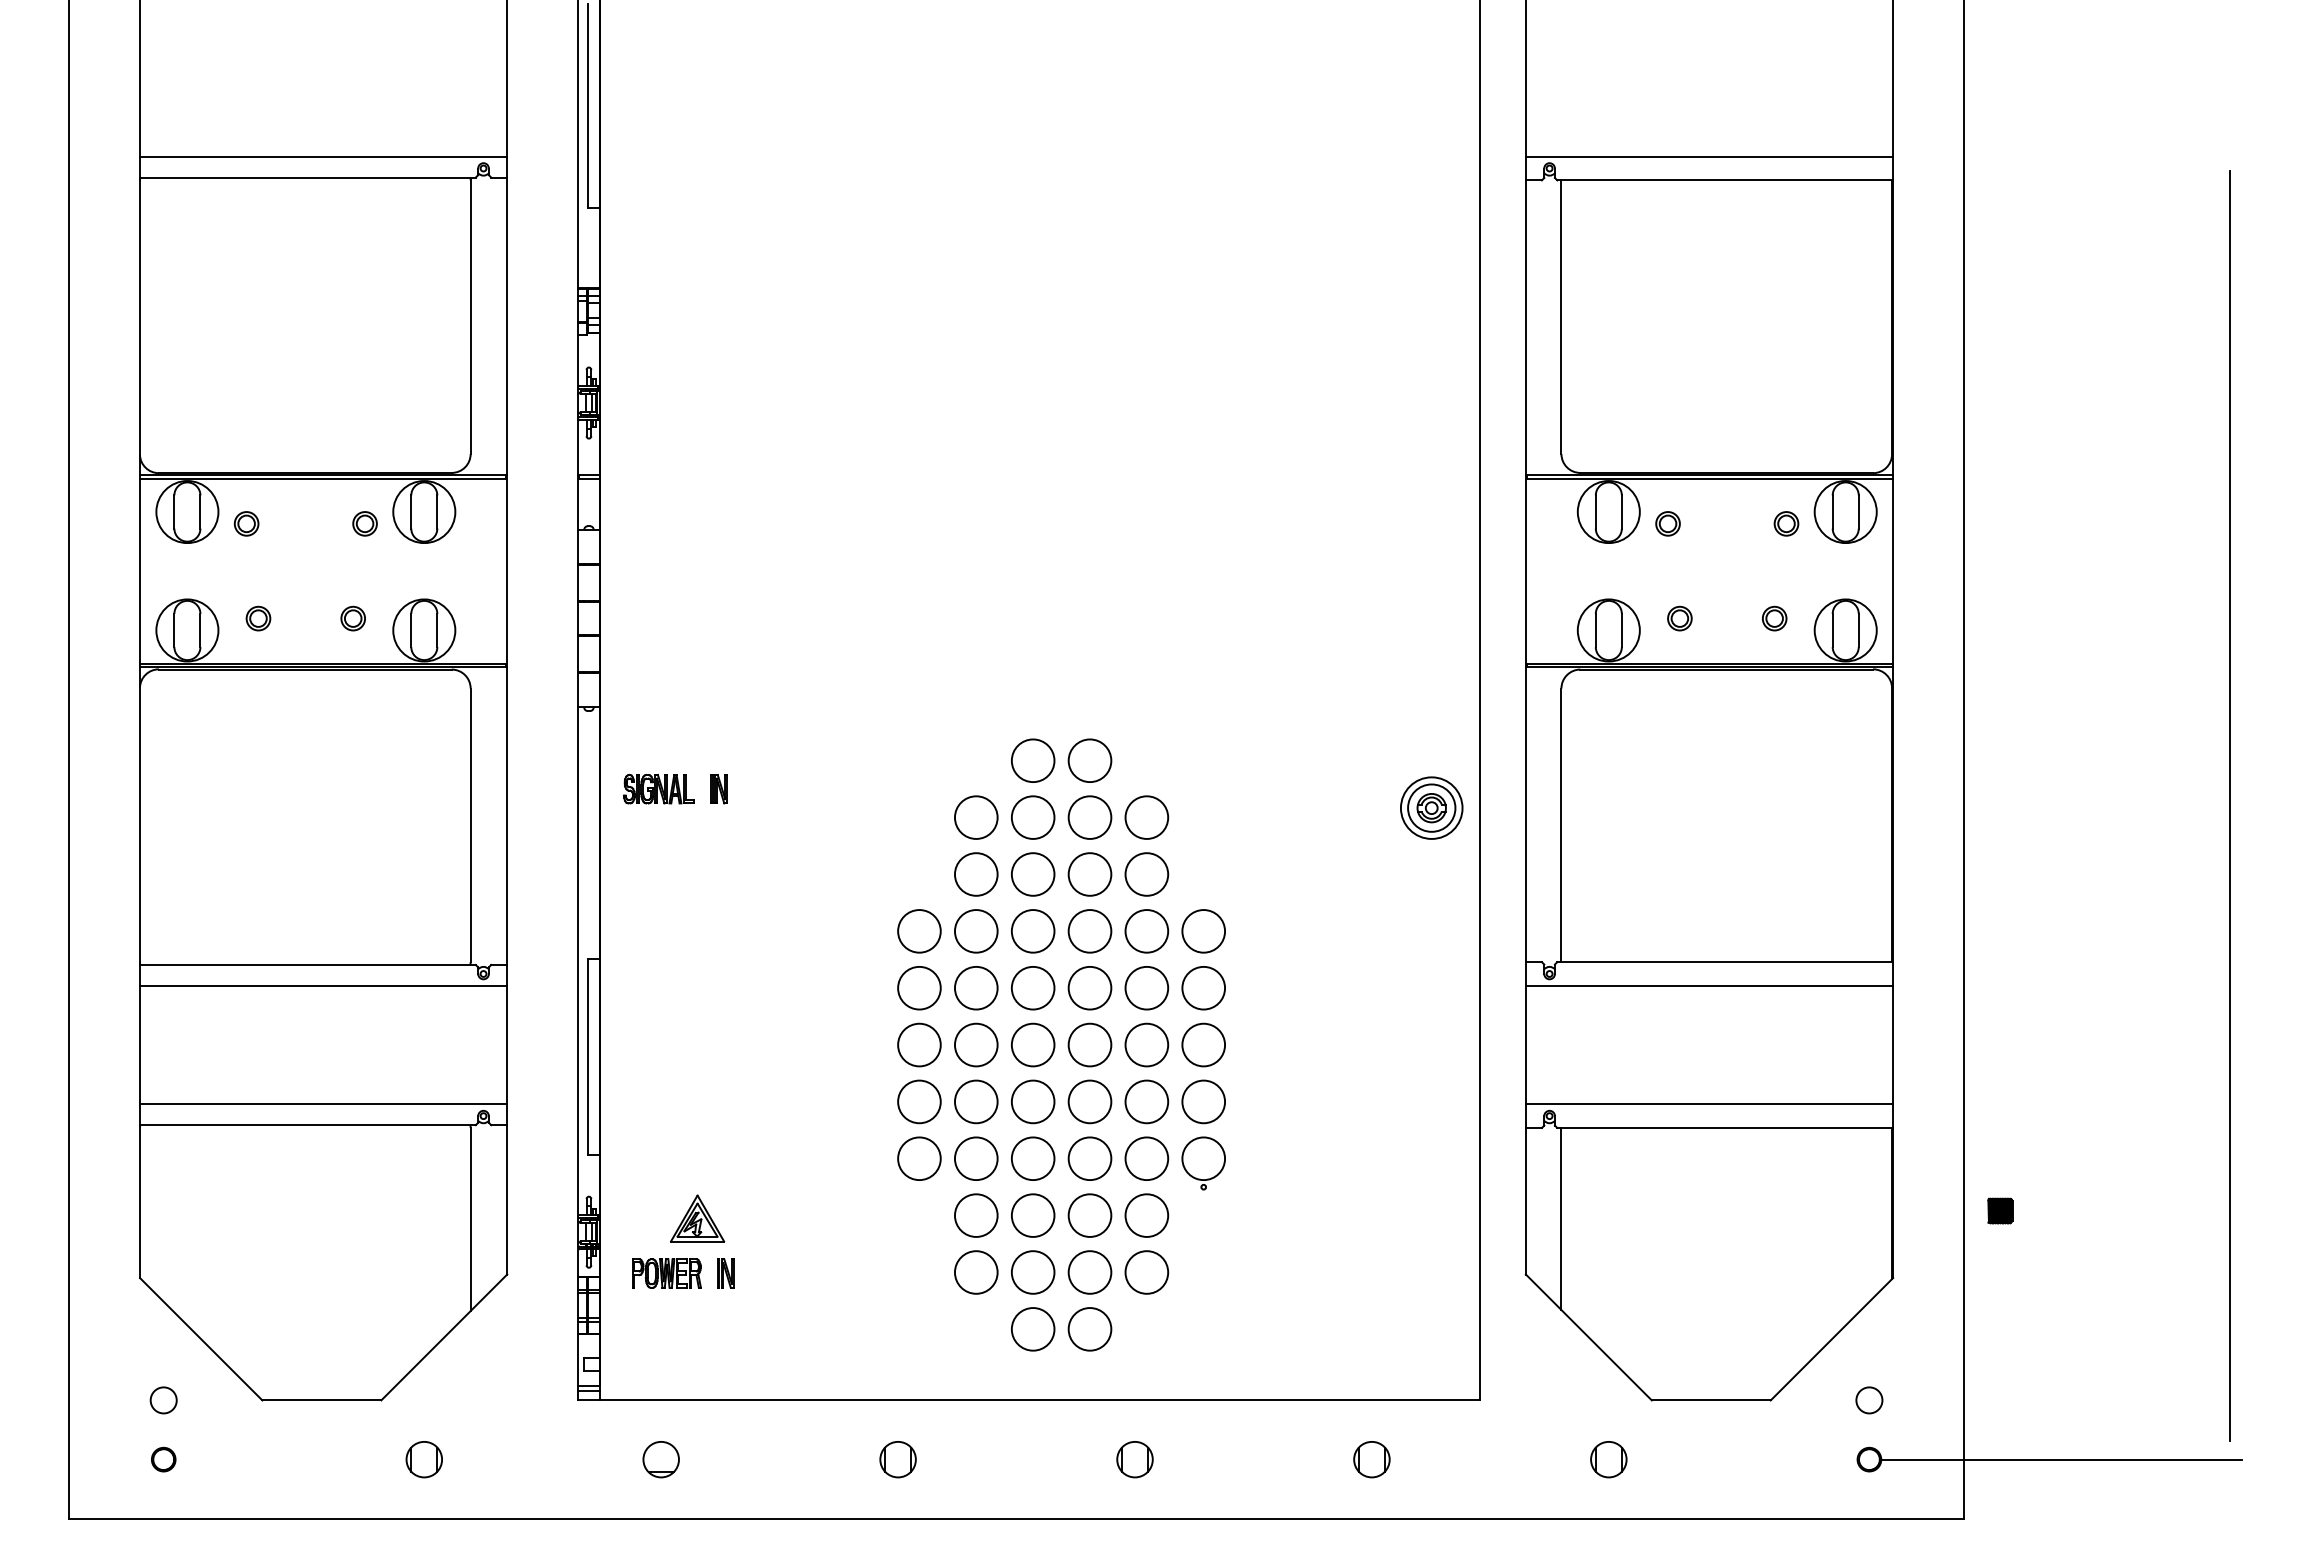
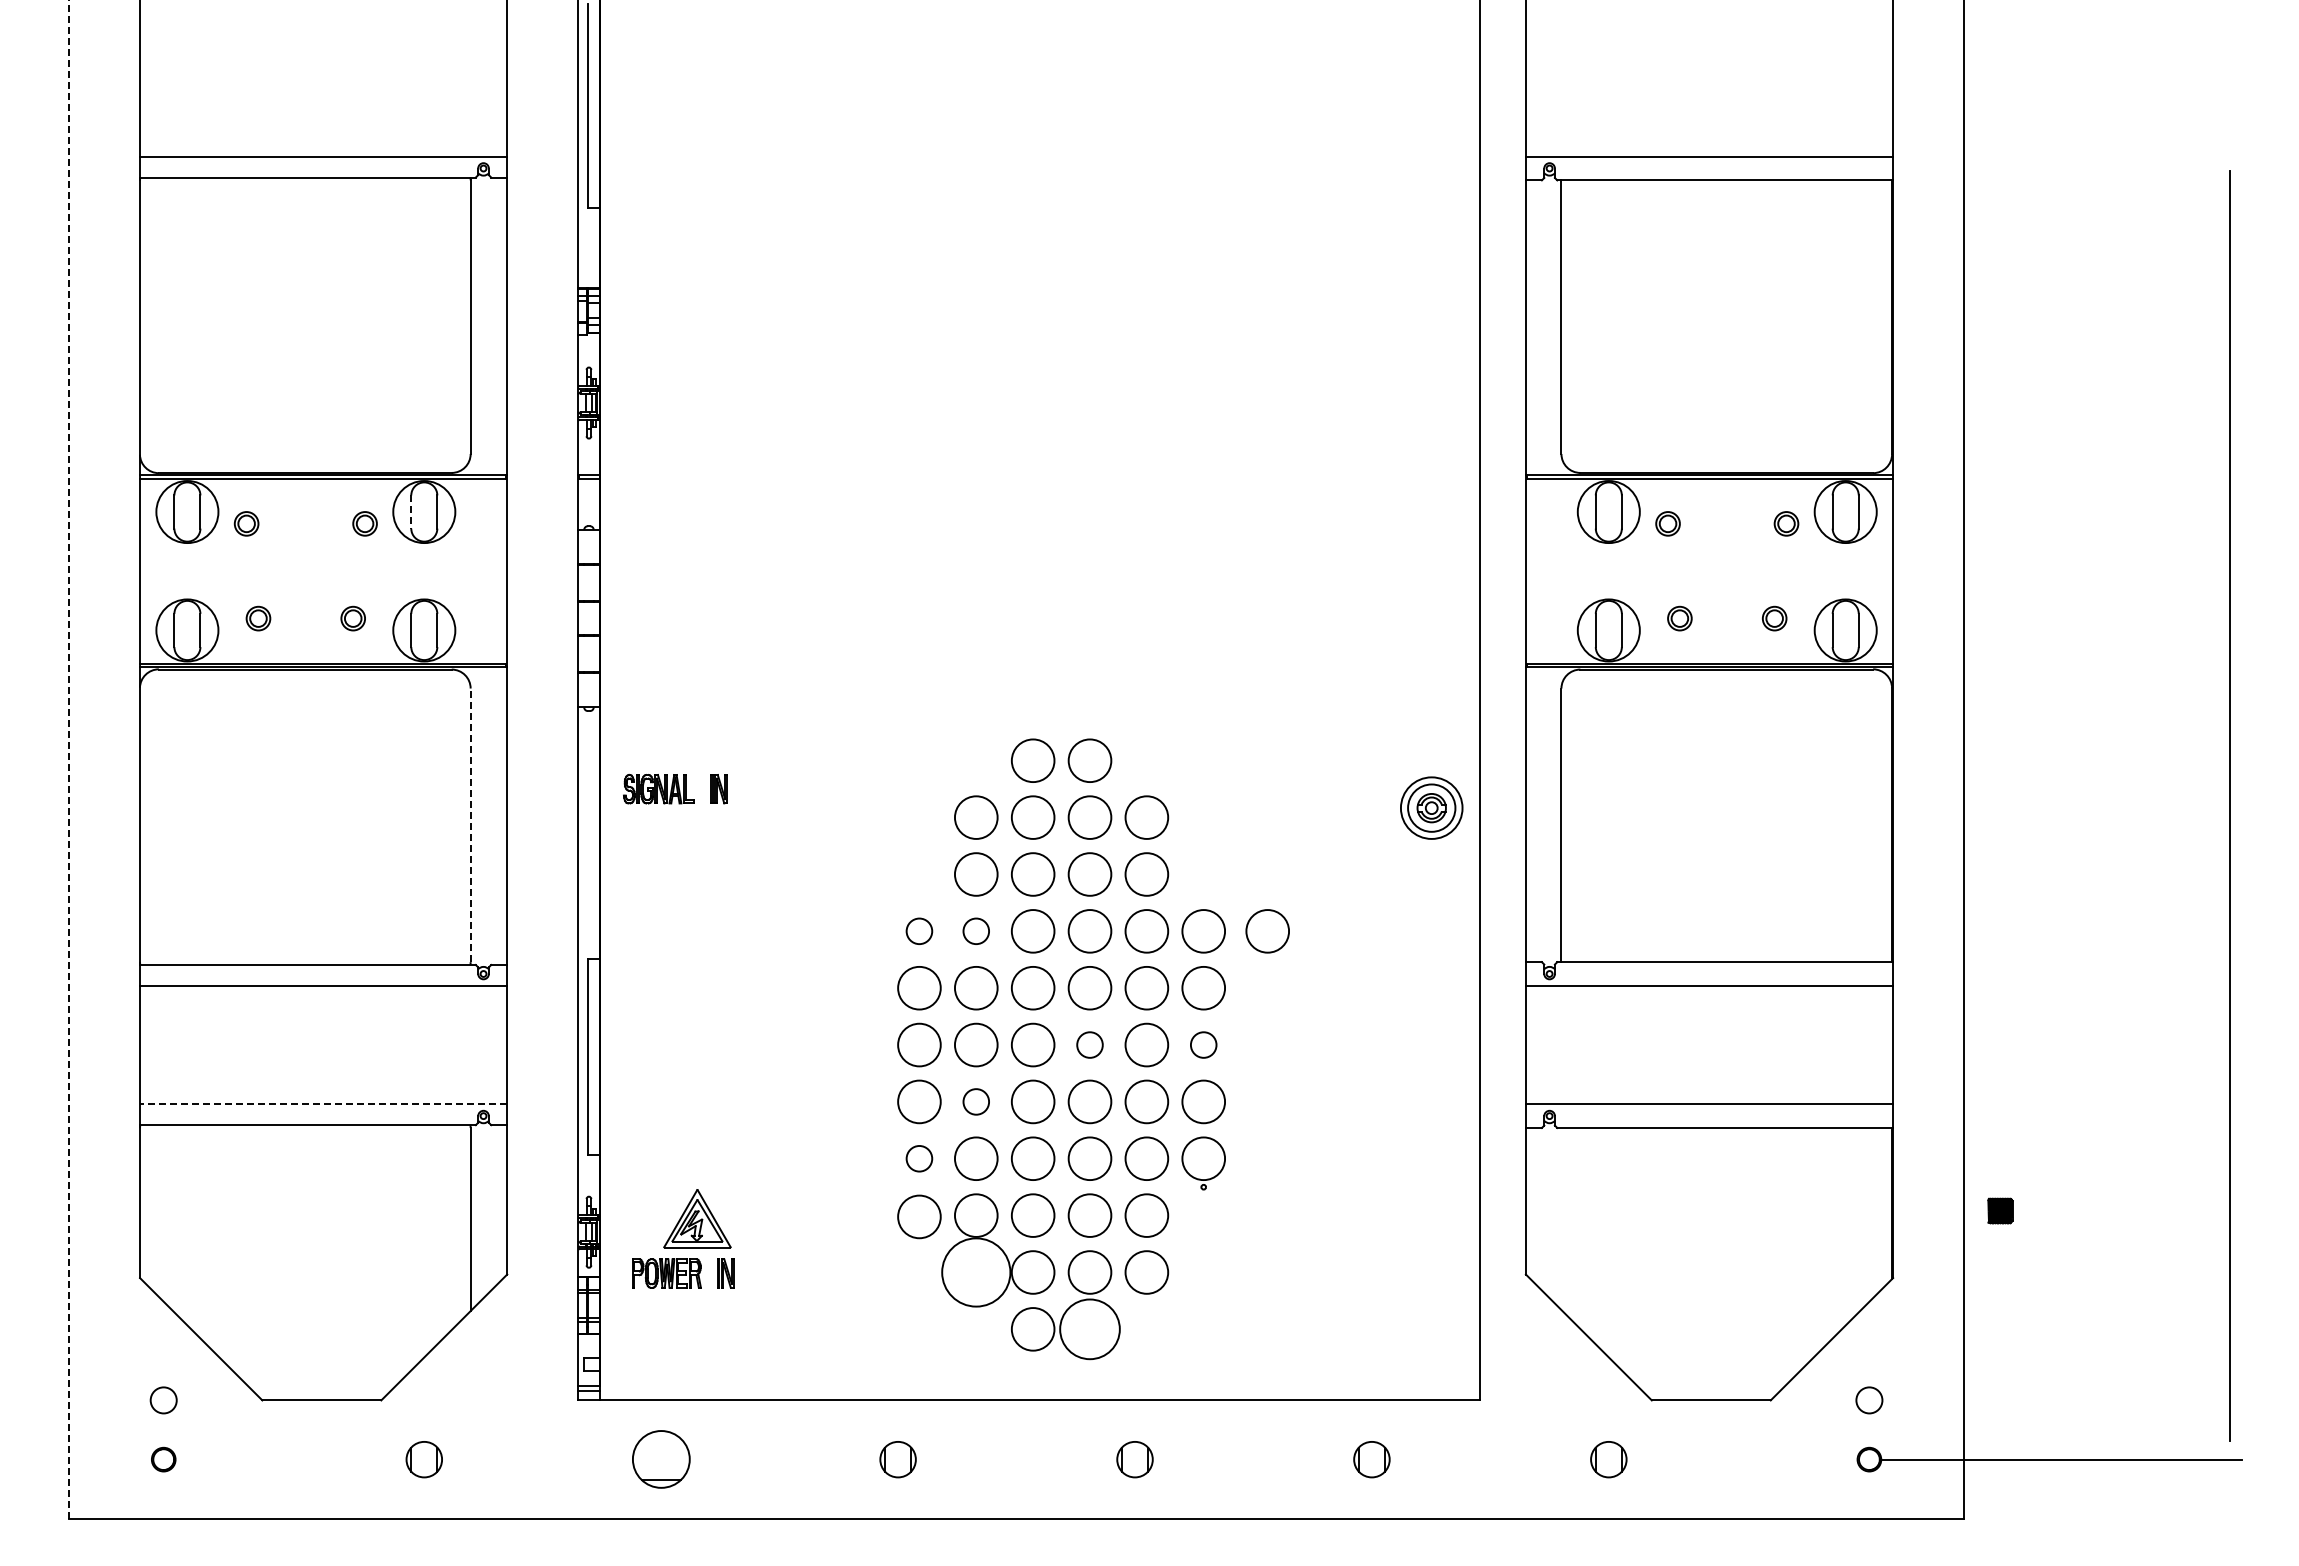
line at (411, 512): solid -> dashed
line at (68, 759): solid -> dashed
line at (470, 825): solid -> dashed
circle at (919, 931) diameter: 43 px -> 26 px
circle at (975, 931) diameter: 43 px -> 26 px
circle at (1267, 931): none -> present
circle at (1089, 1044) diameter: 43 px -> 26 px
circle at (1203, 1044) diameter: 43 px -> 26 px
circle at (975, 1101) diameter: 43 px -> 26 px
line at (323, 1104): solid -> dashed
circle at (919, 1158) diameter: 43 px -> 26 px
circle at (919, 1216): none -> present
part at (697, 1218) size: 56x49 px -> 69x60 px
line at (1561, 1218): present -> none
circle at (975, 1272) diameter: 43 px -> 68 px
circle at (1089, 1329) diameter: 43 px -> 60 px
part at (660, 1459) size: 38x38 px -> 59x59 px
